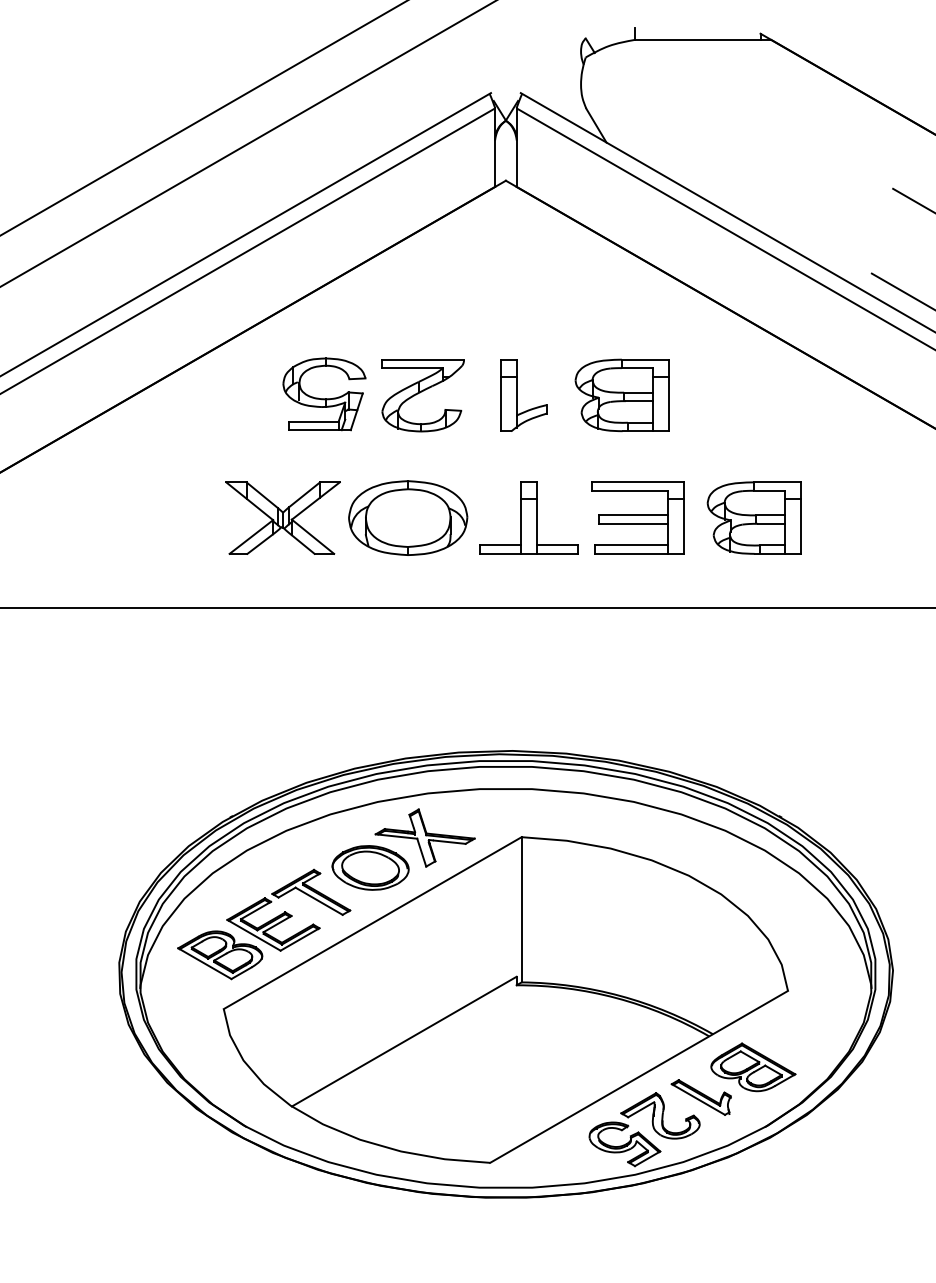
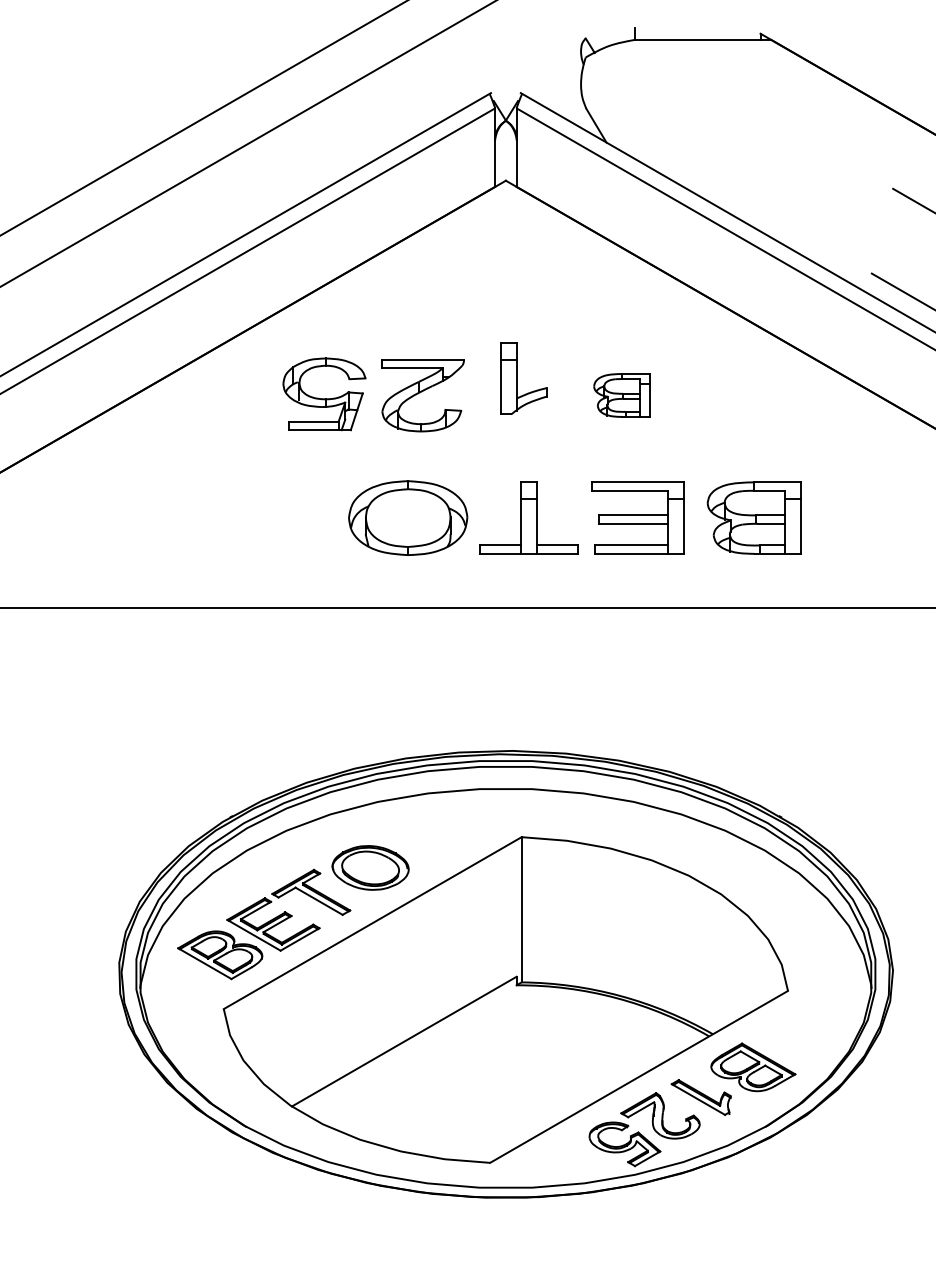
part at (523, 395) position: (523, 395) -> (523, 378)
part at (621, 395) size: 96x75 px -> 58x45 px
part at (282, 517): present -> none
part at (424, 837): present -> none
